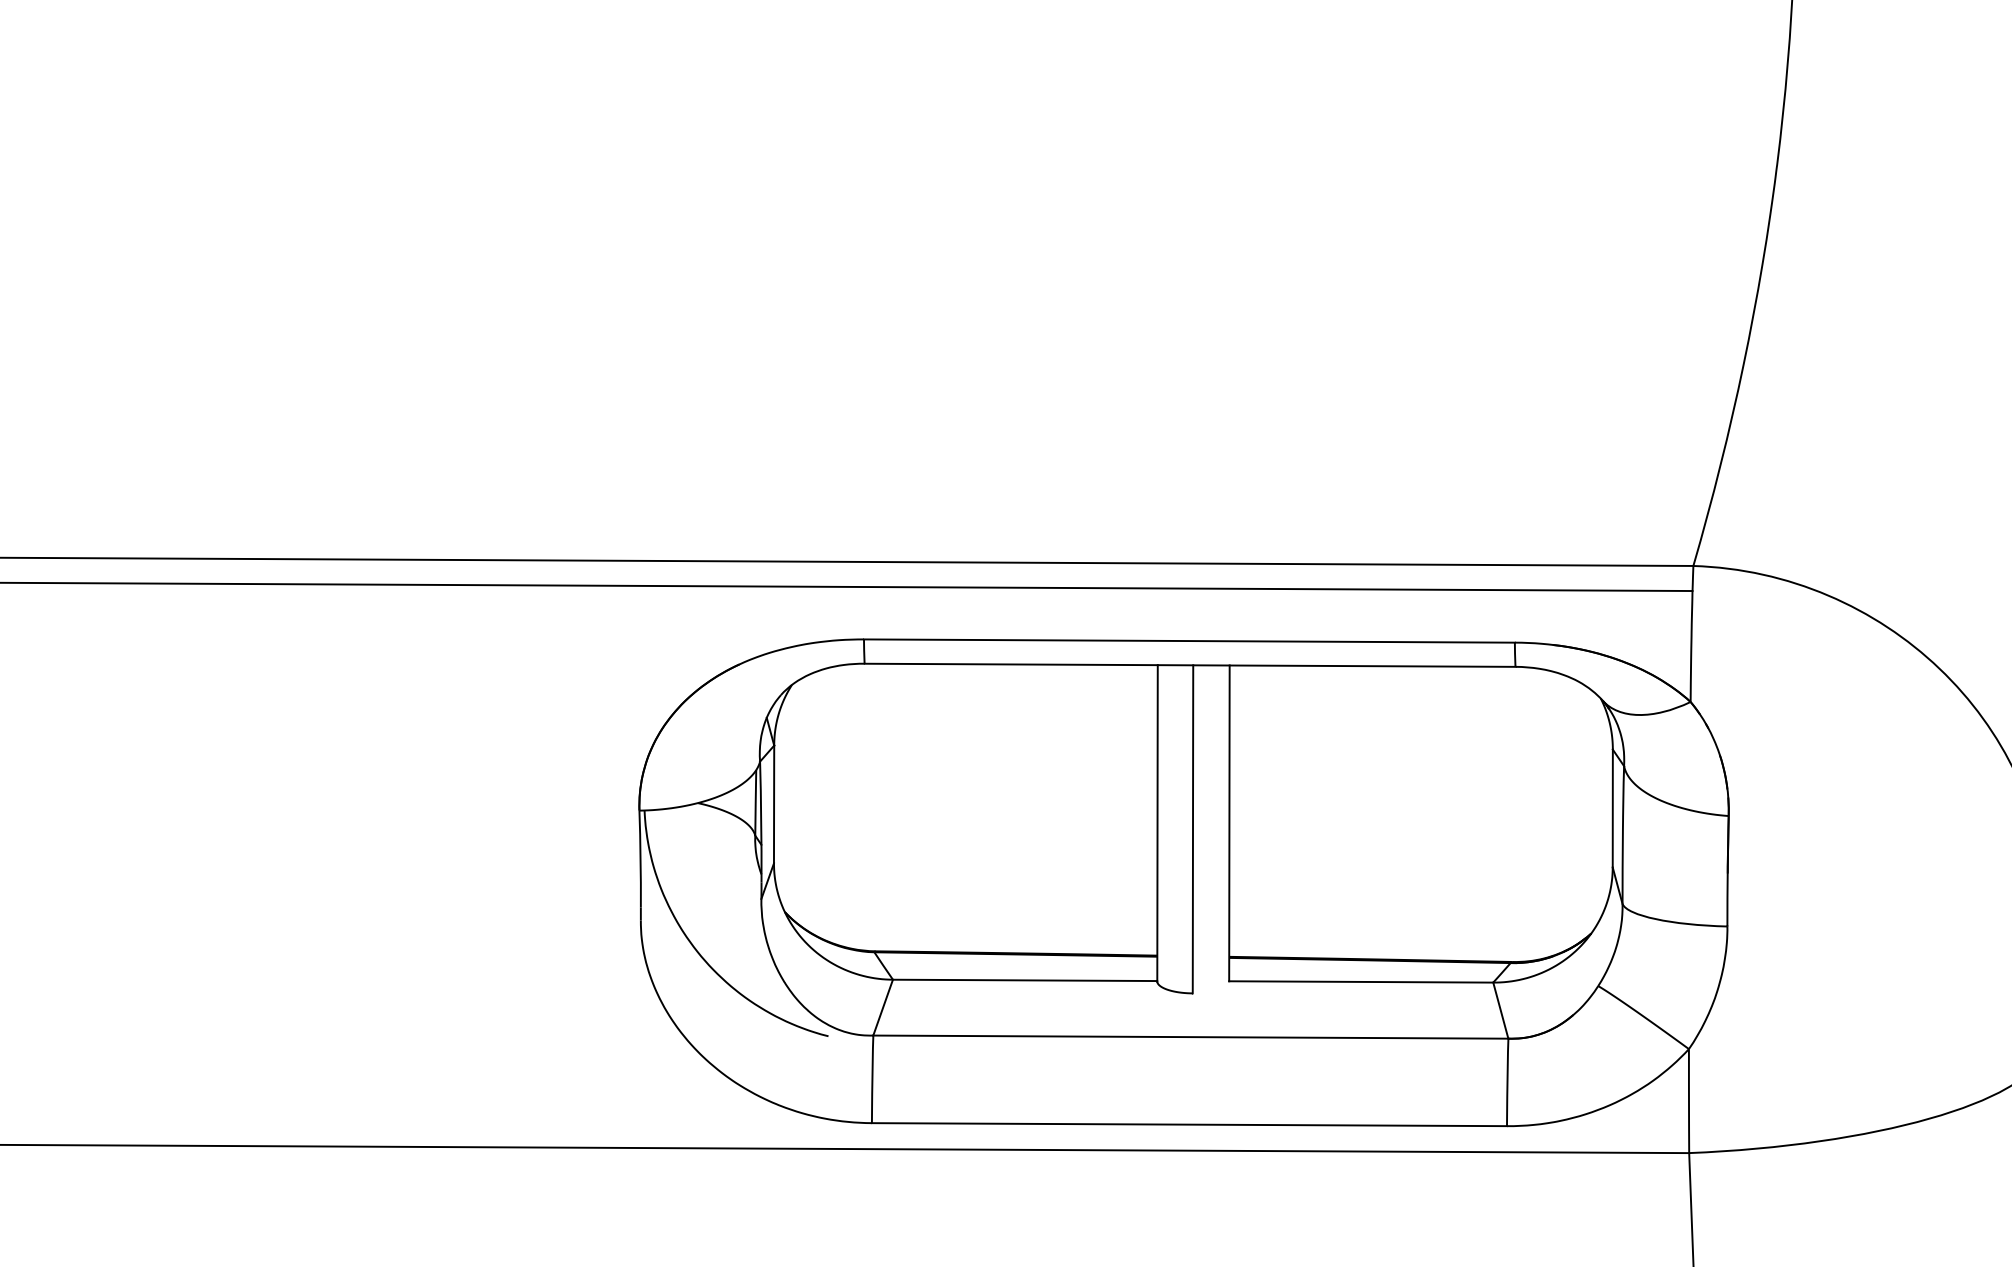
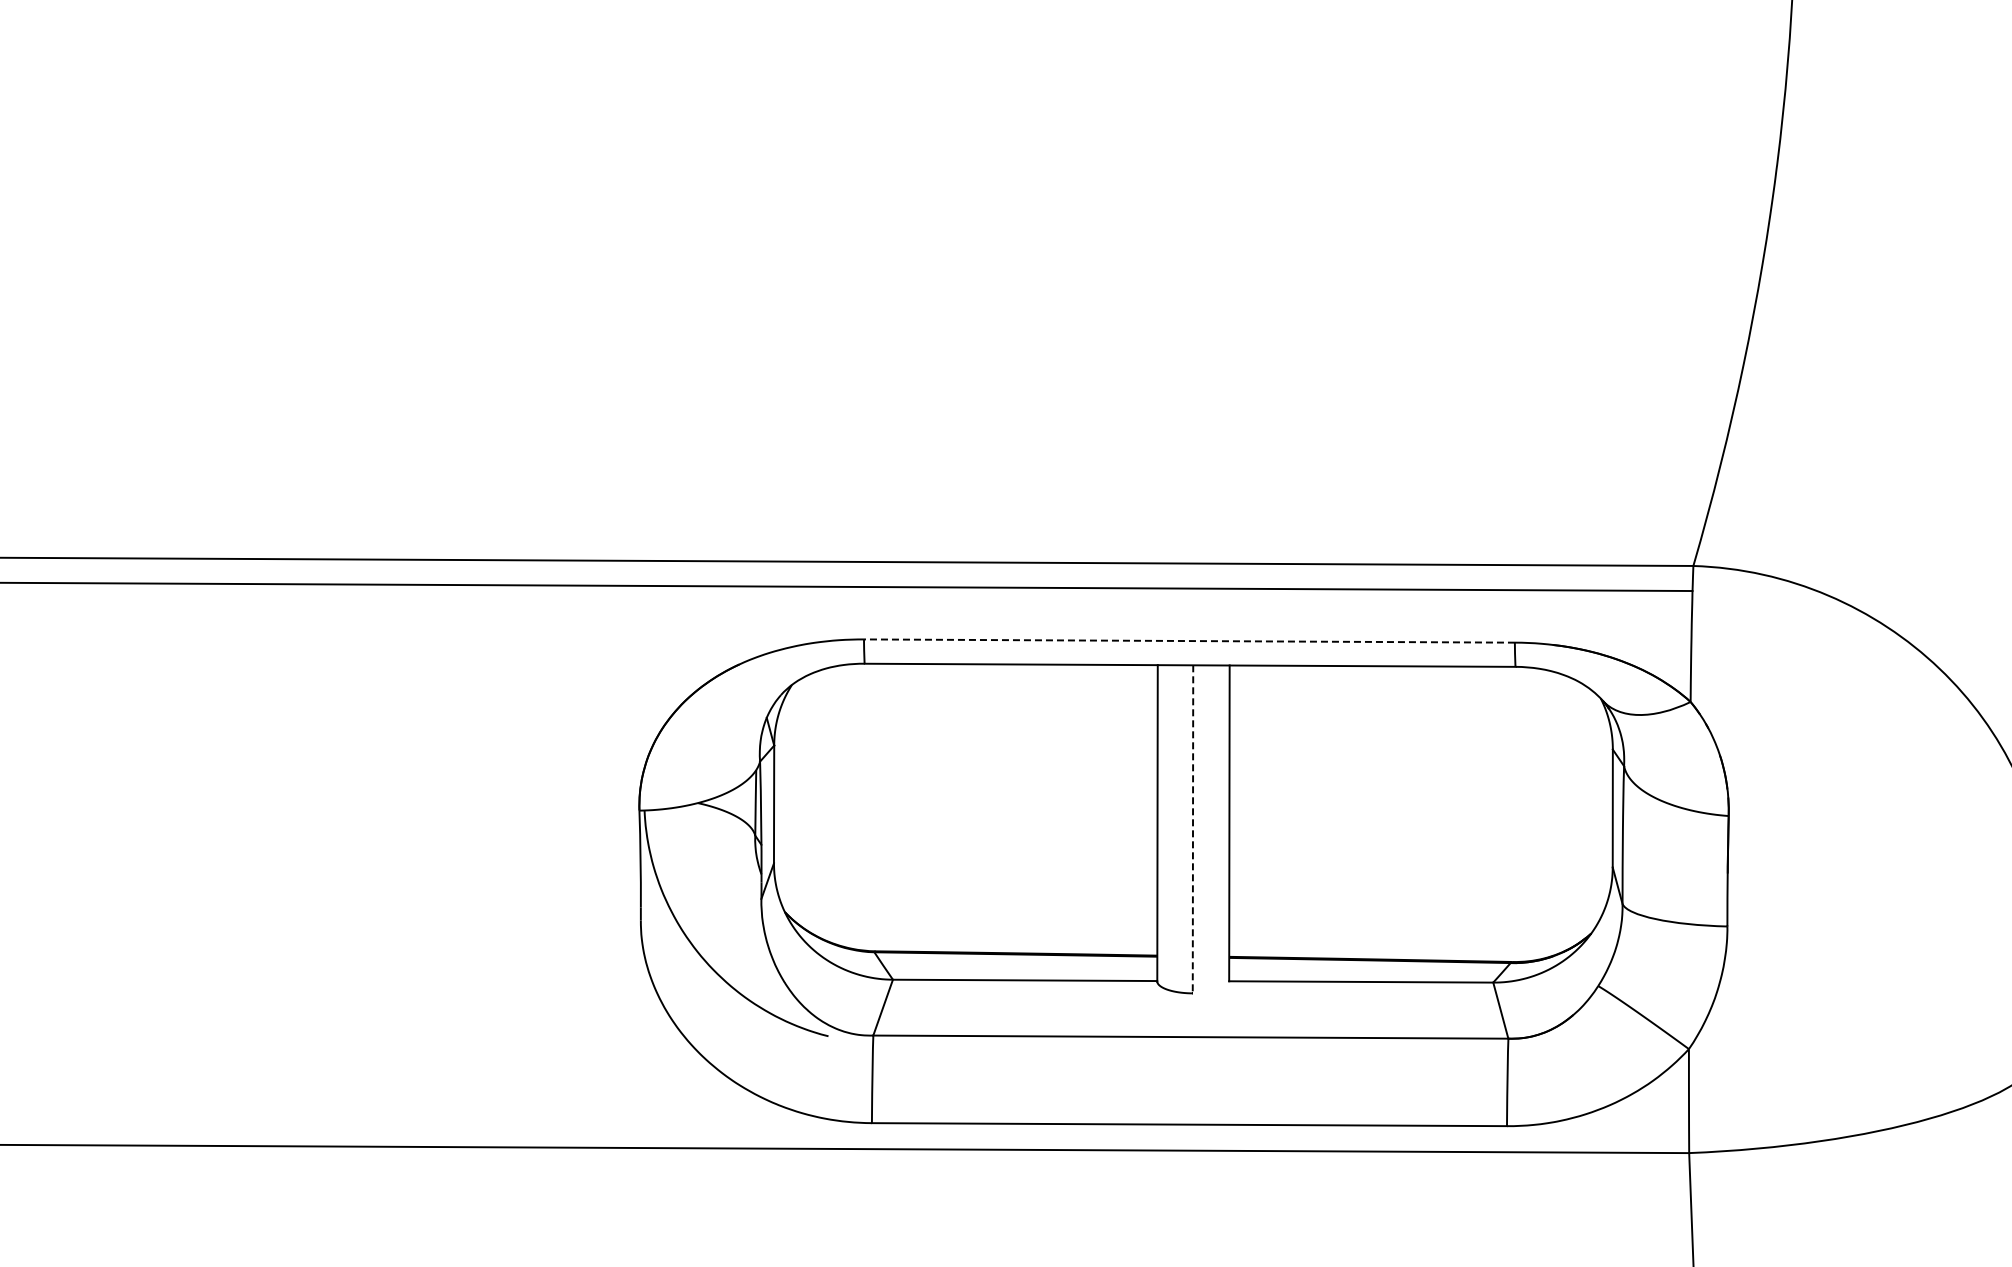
line at (1188, 641): solid -> dashed
line at (1193, 829): solid -> dashed
